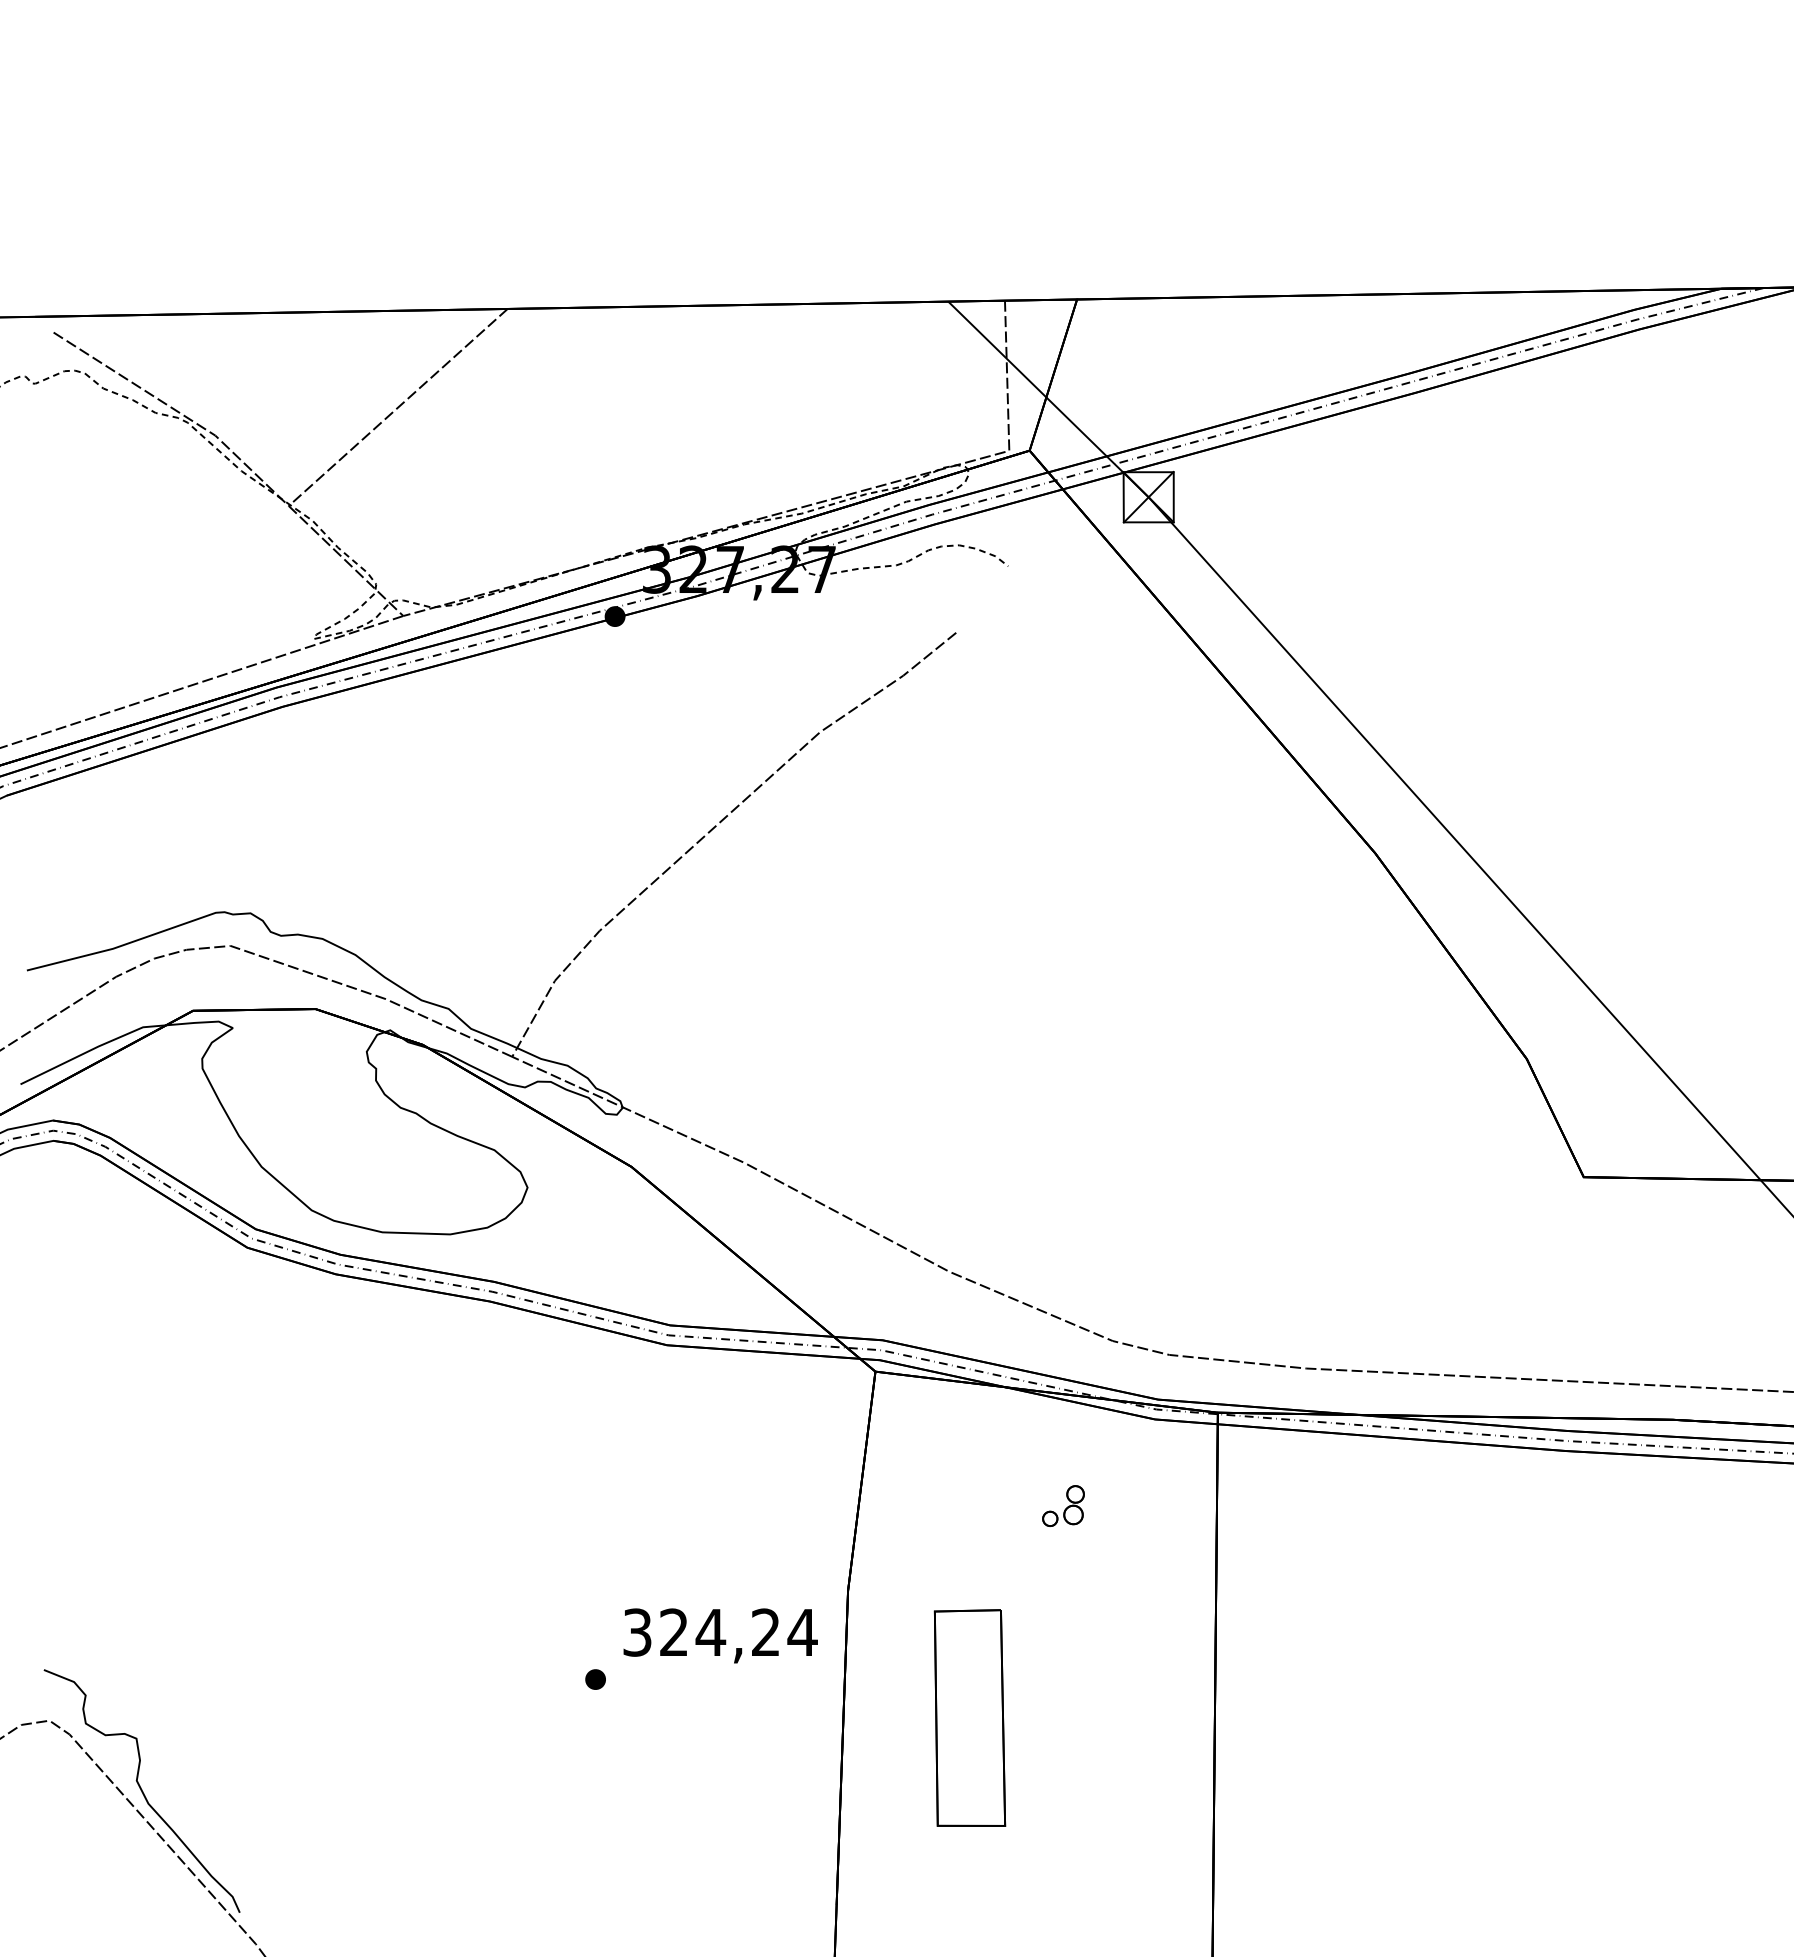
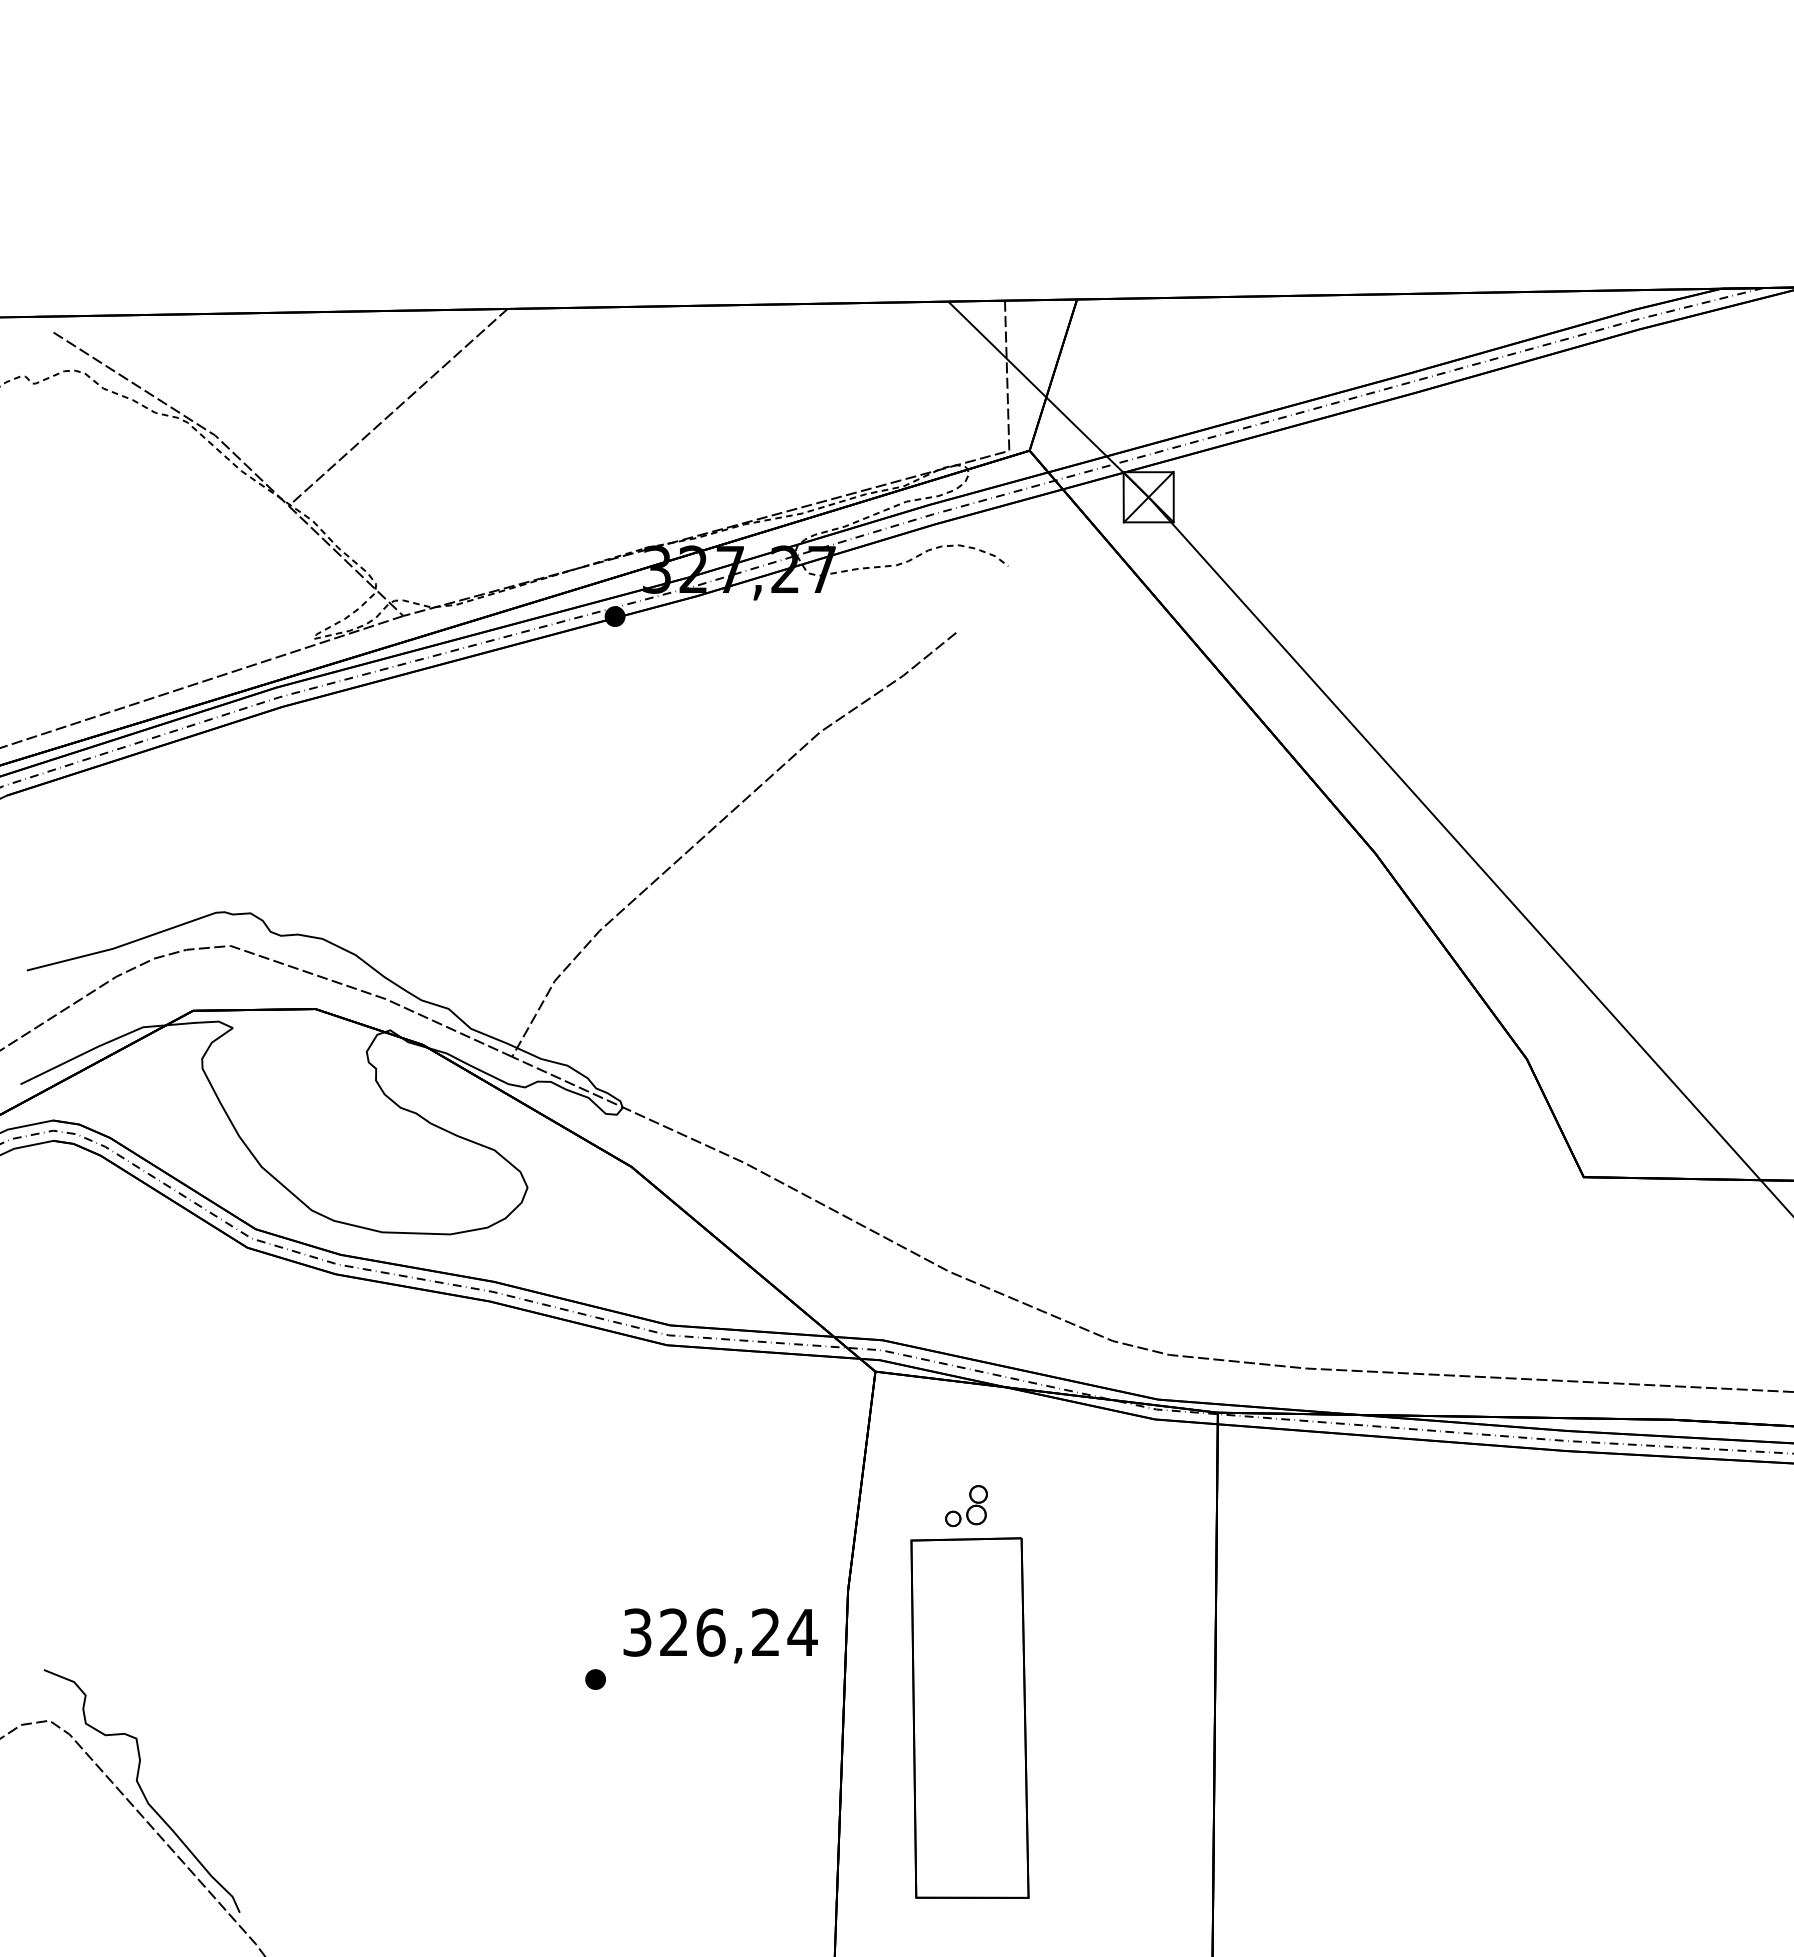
part at (1063, 1505) position: (1063, 1505) -> (966, 1505)
text at (710, 1632): 324,24 -> 326,24
part at (969, 1717) size: 74x218 px -> 120x362 px
